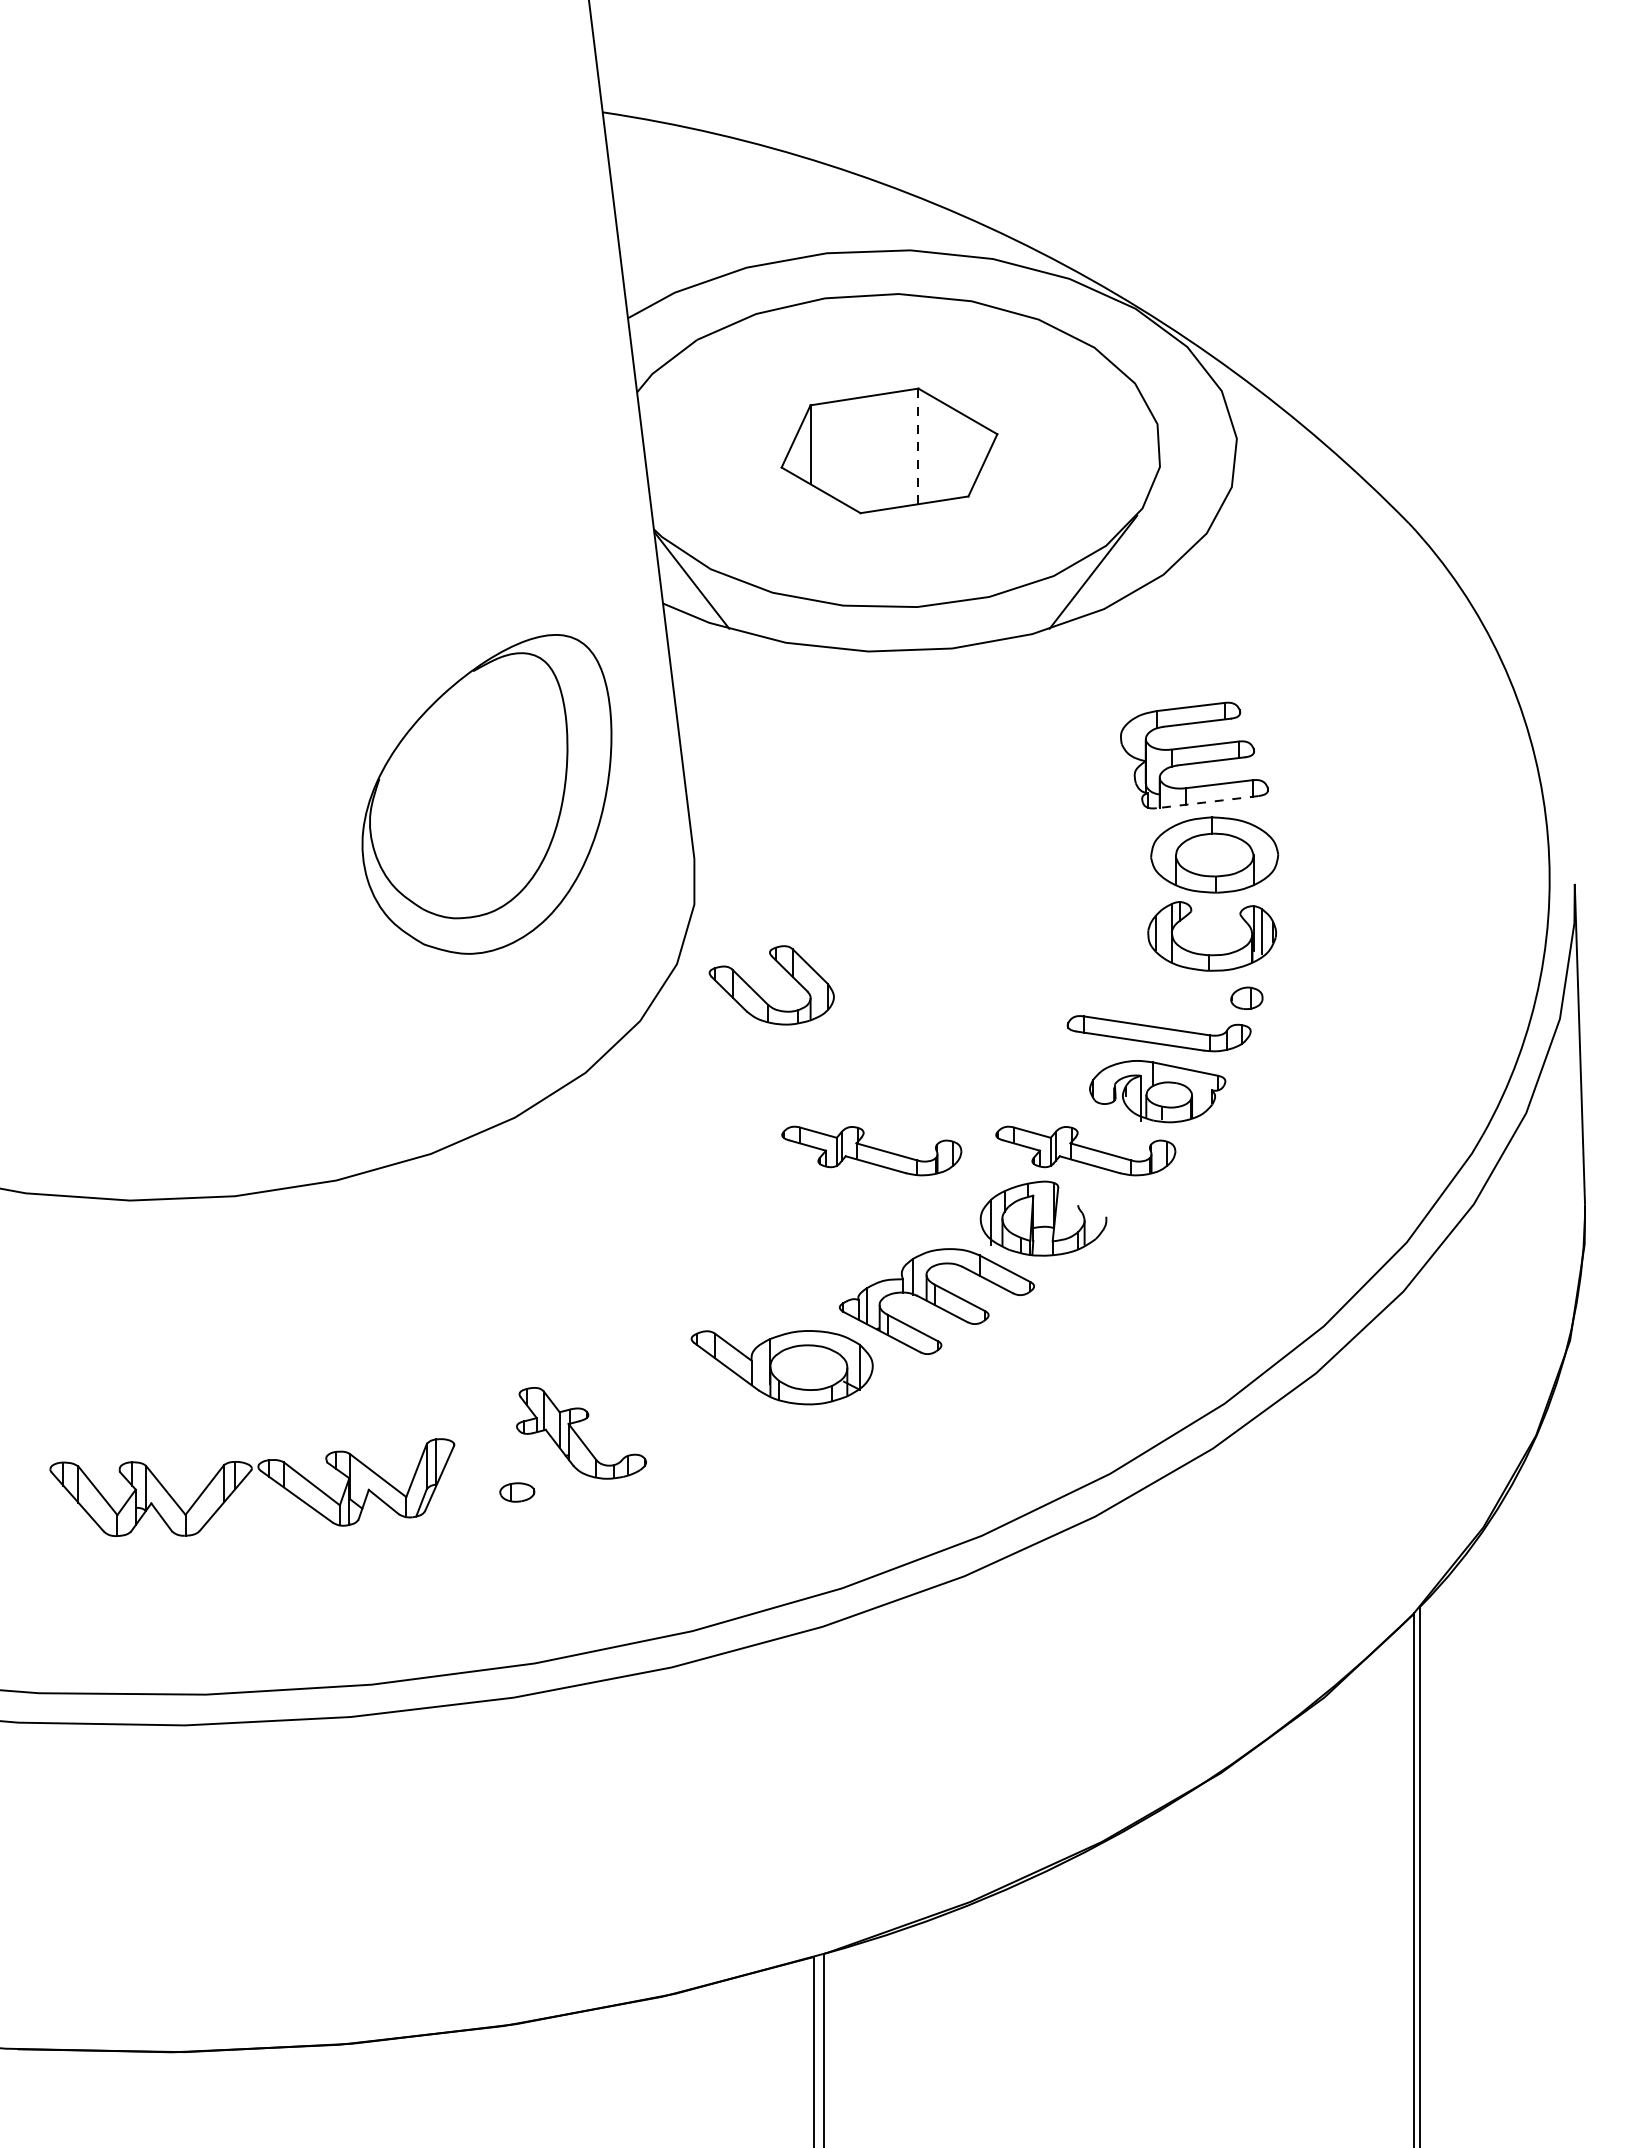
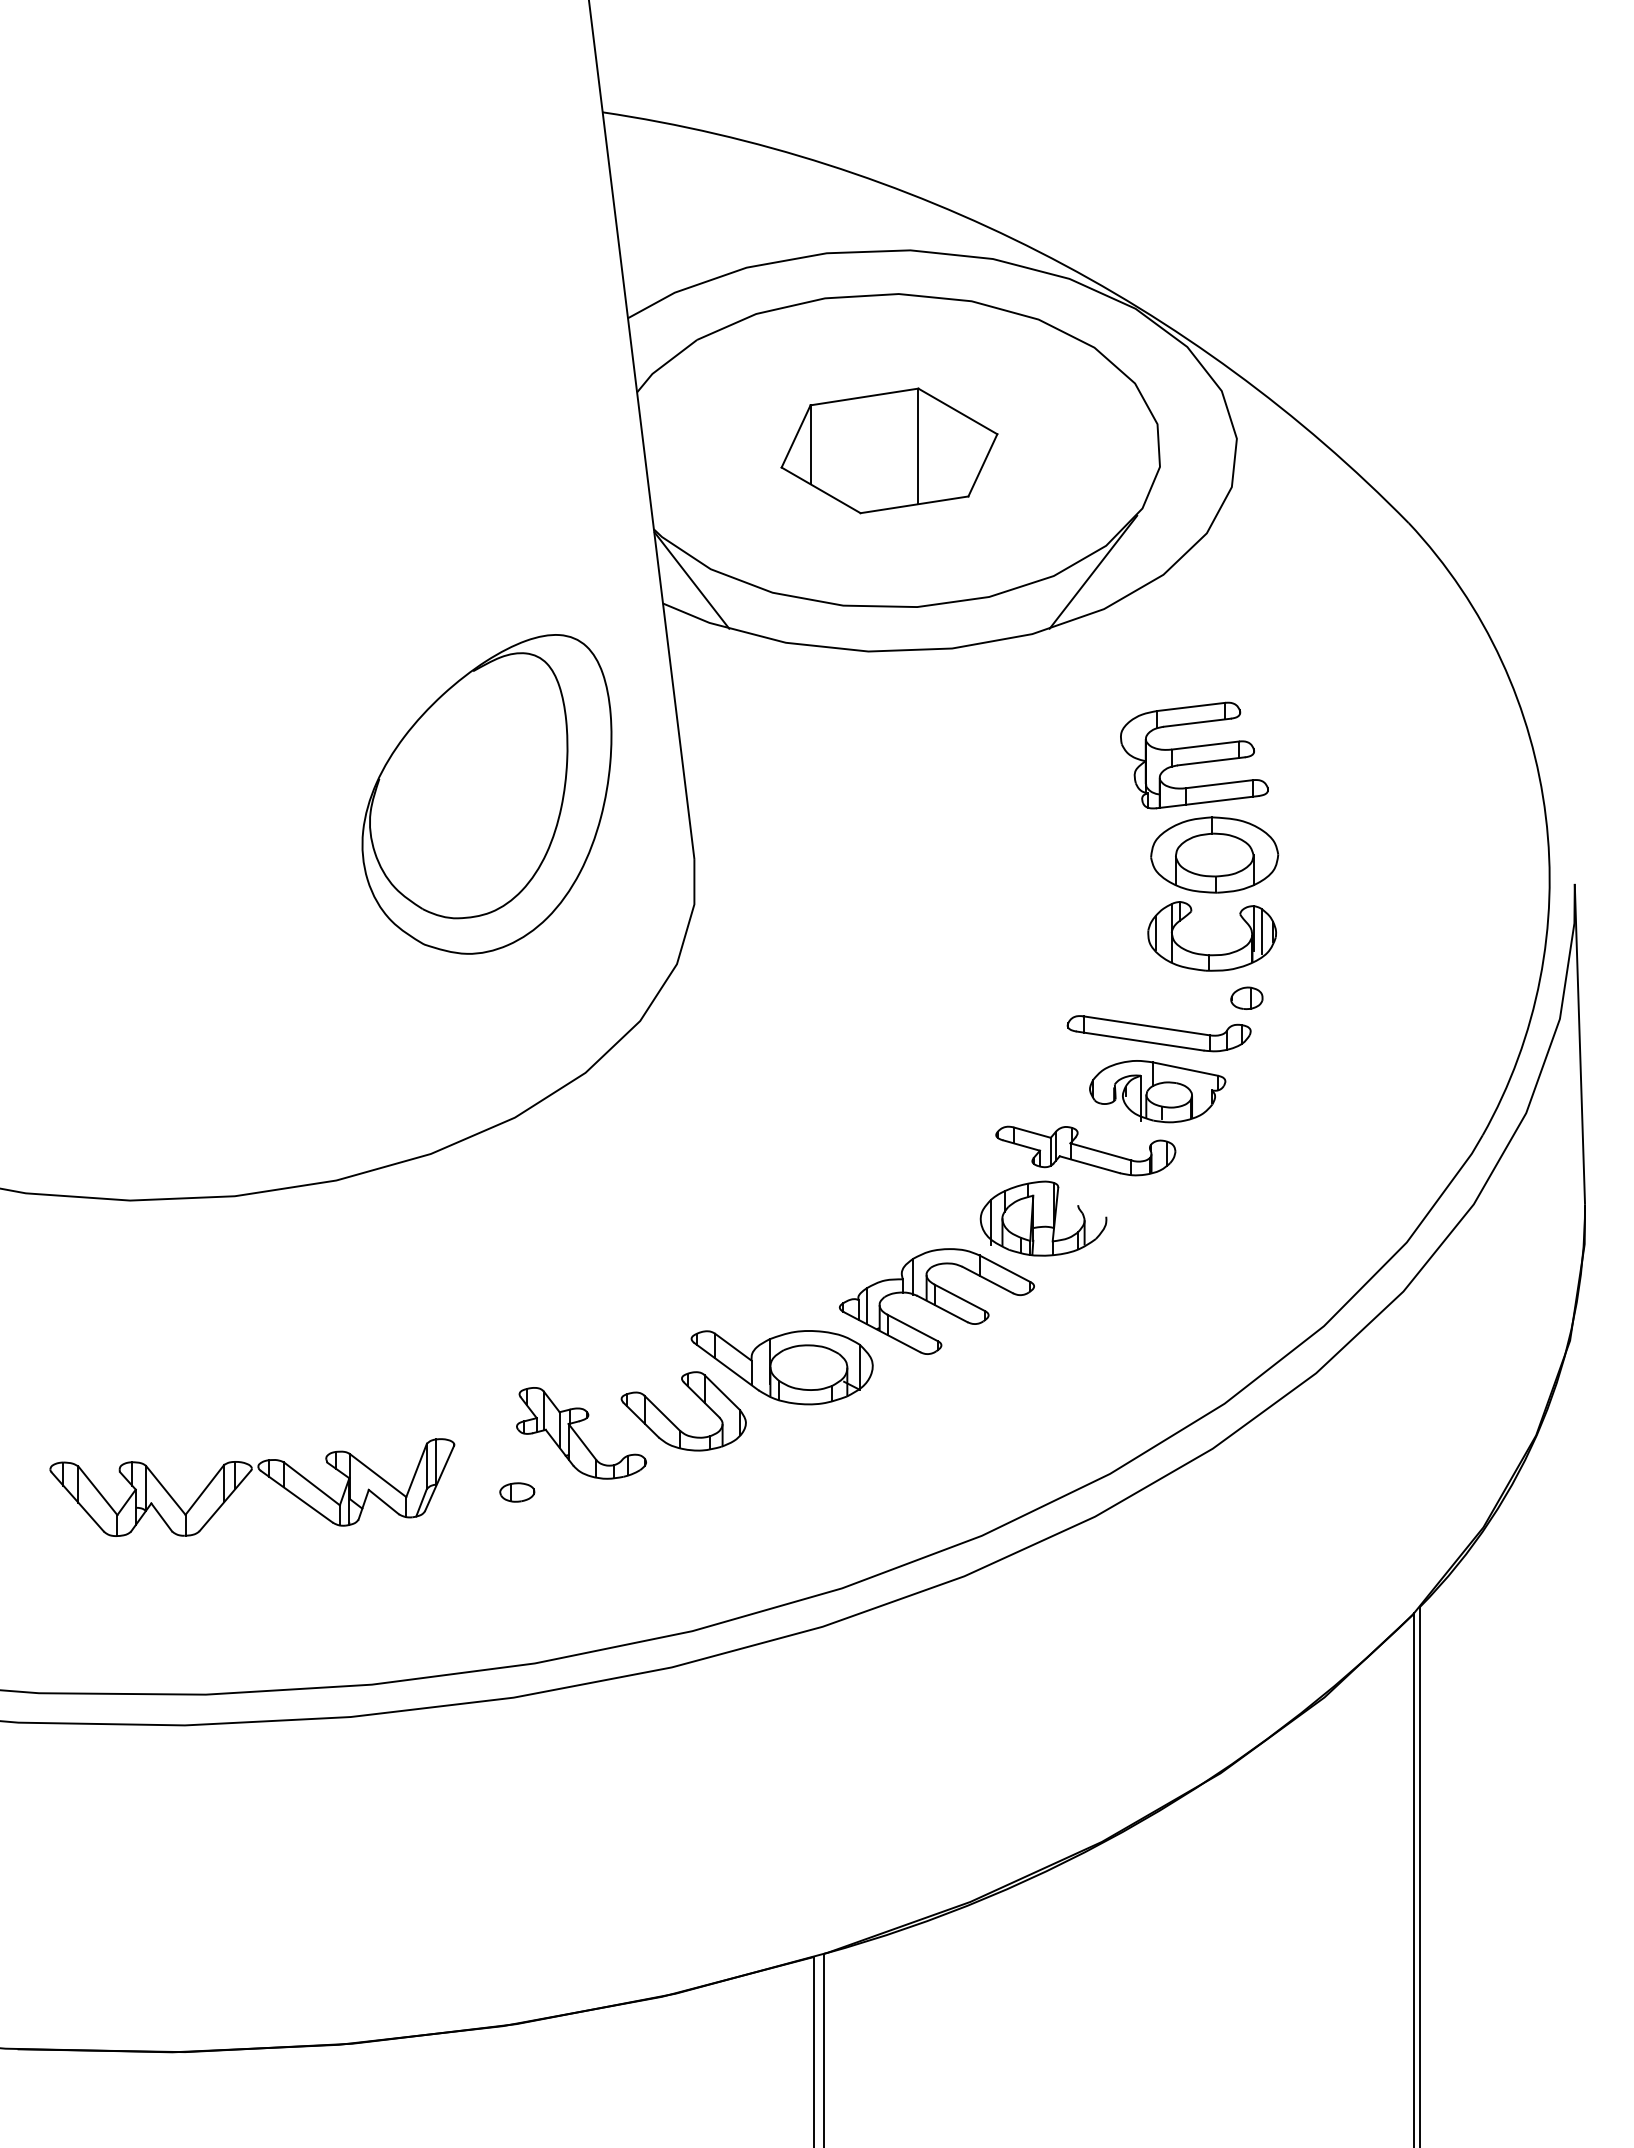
line at (918, 446): dashed -> solid
line at (1207, 802): dashed -> solid
part at (761, 996) position: (761, 996) -> (673, 1422)
part at (871, 1150): present -> none
